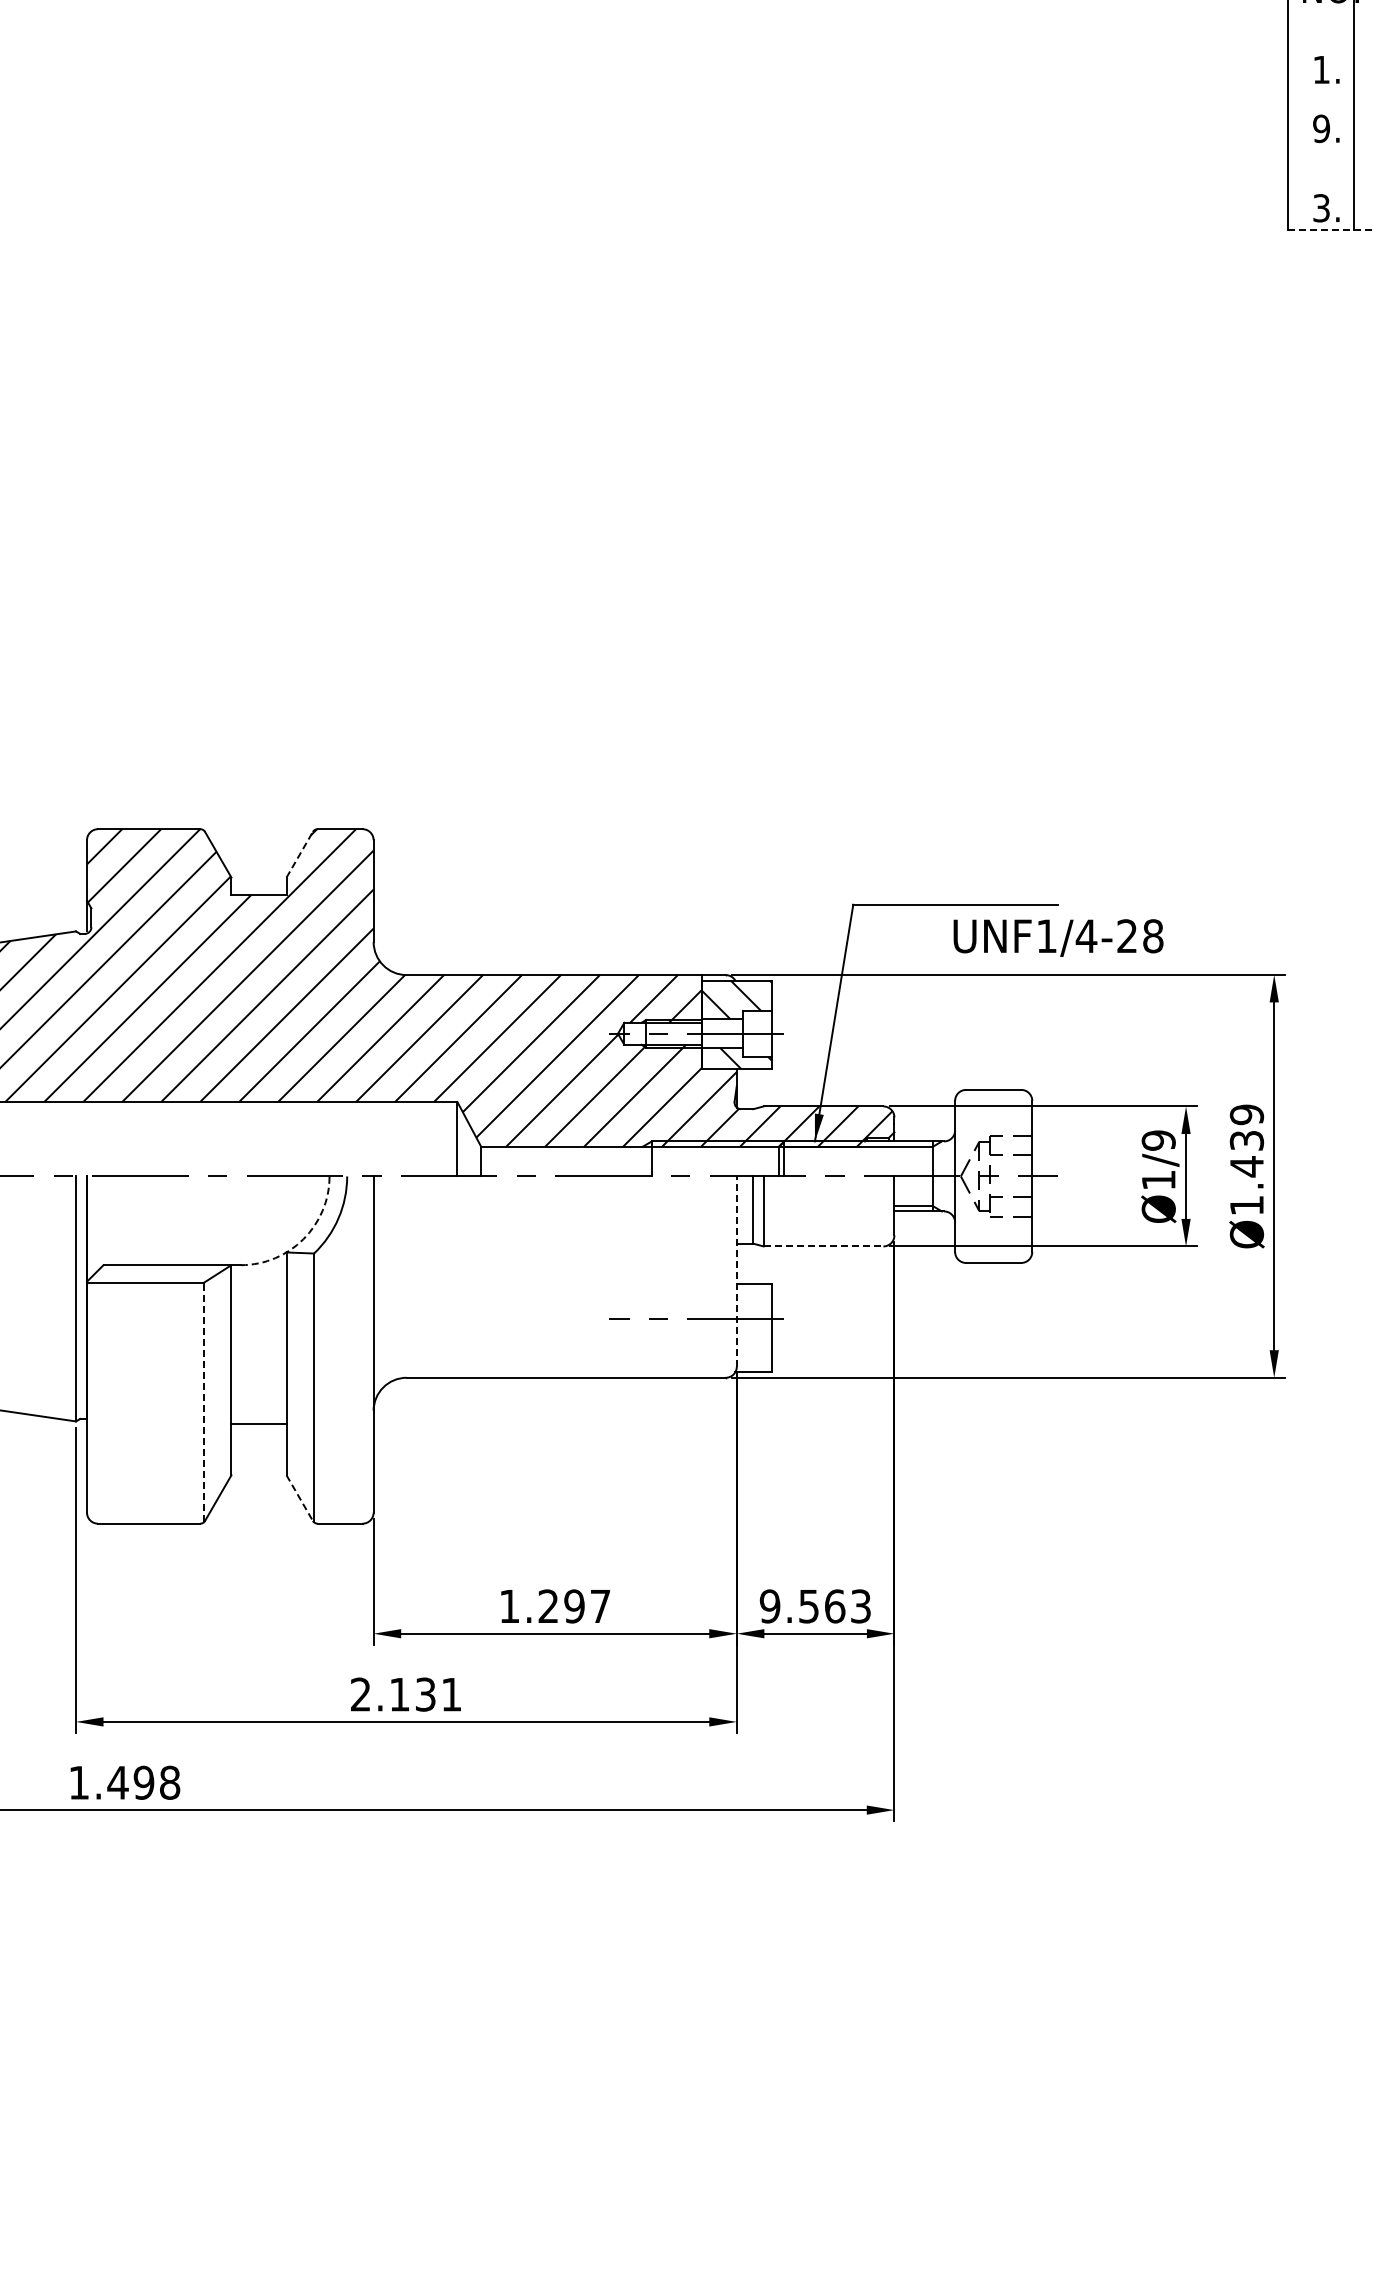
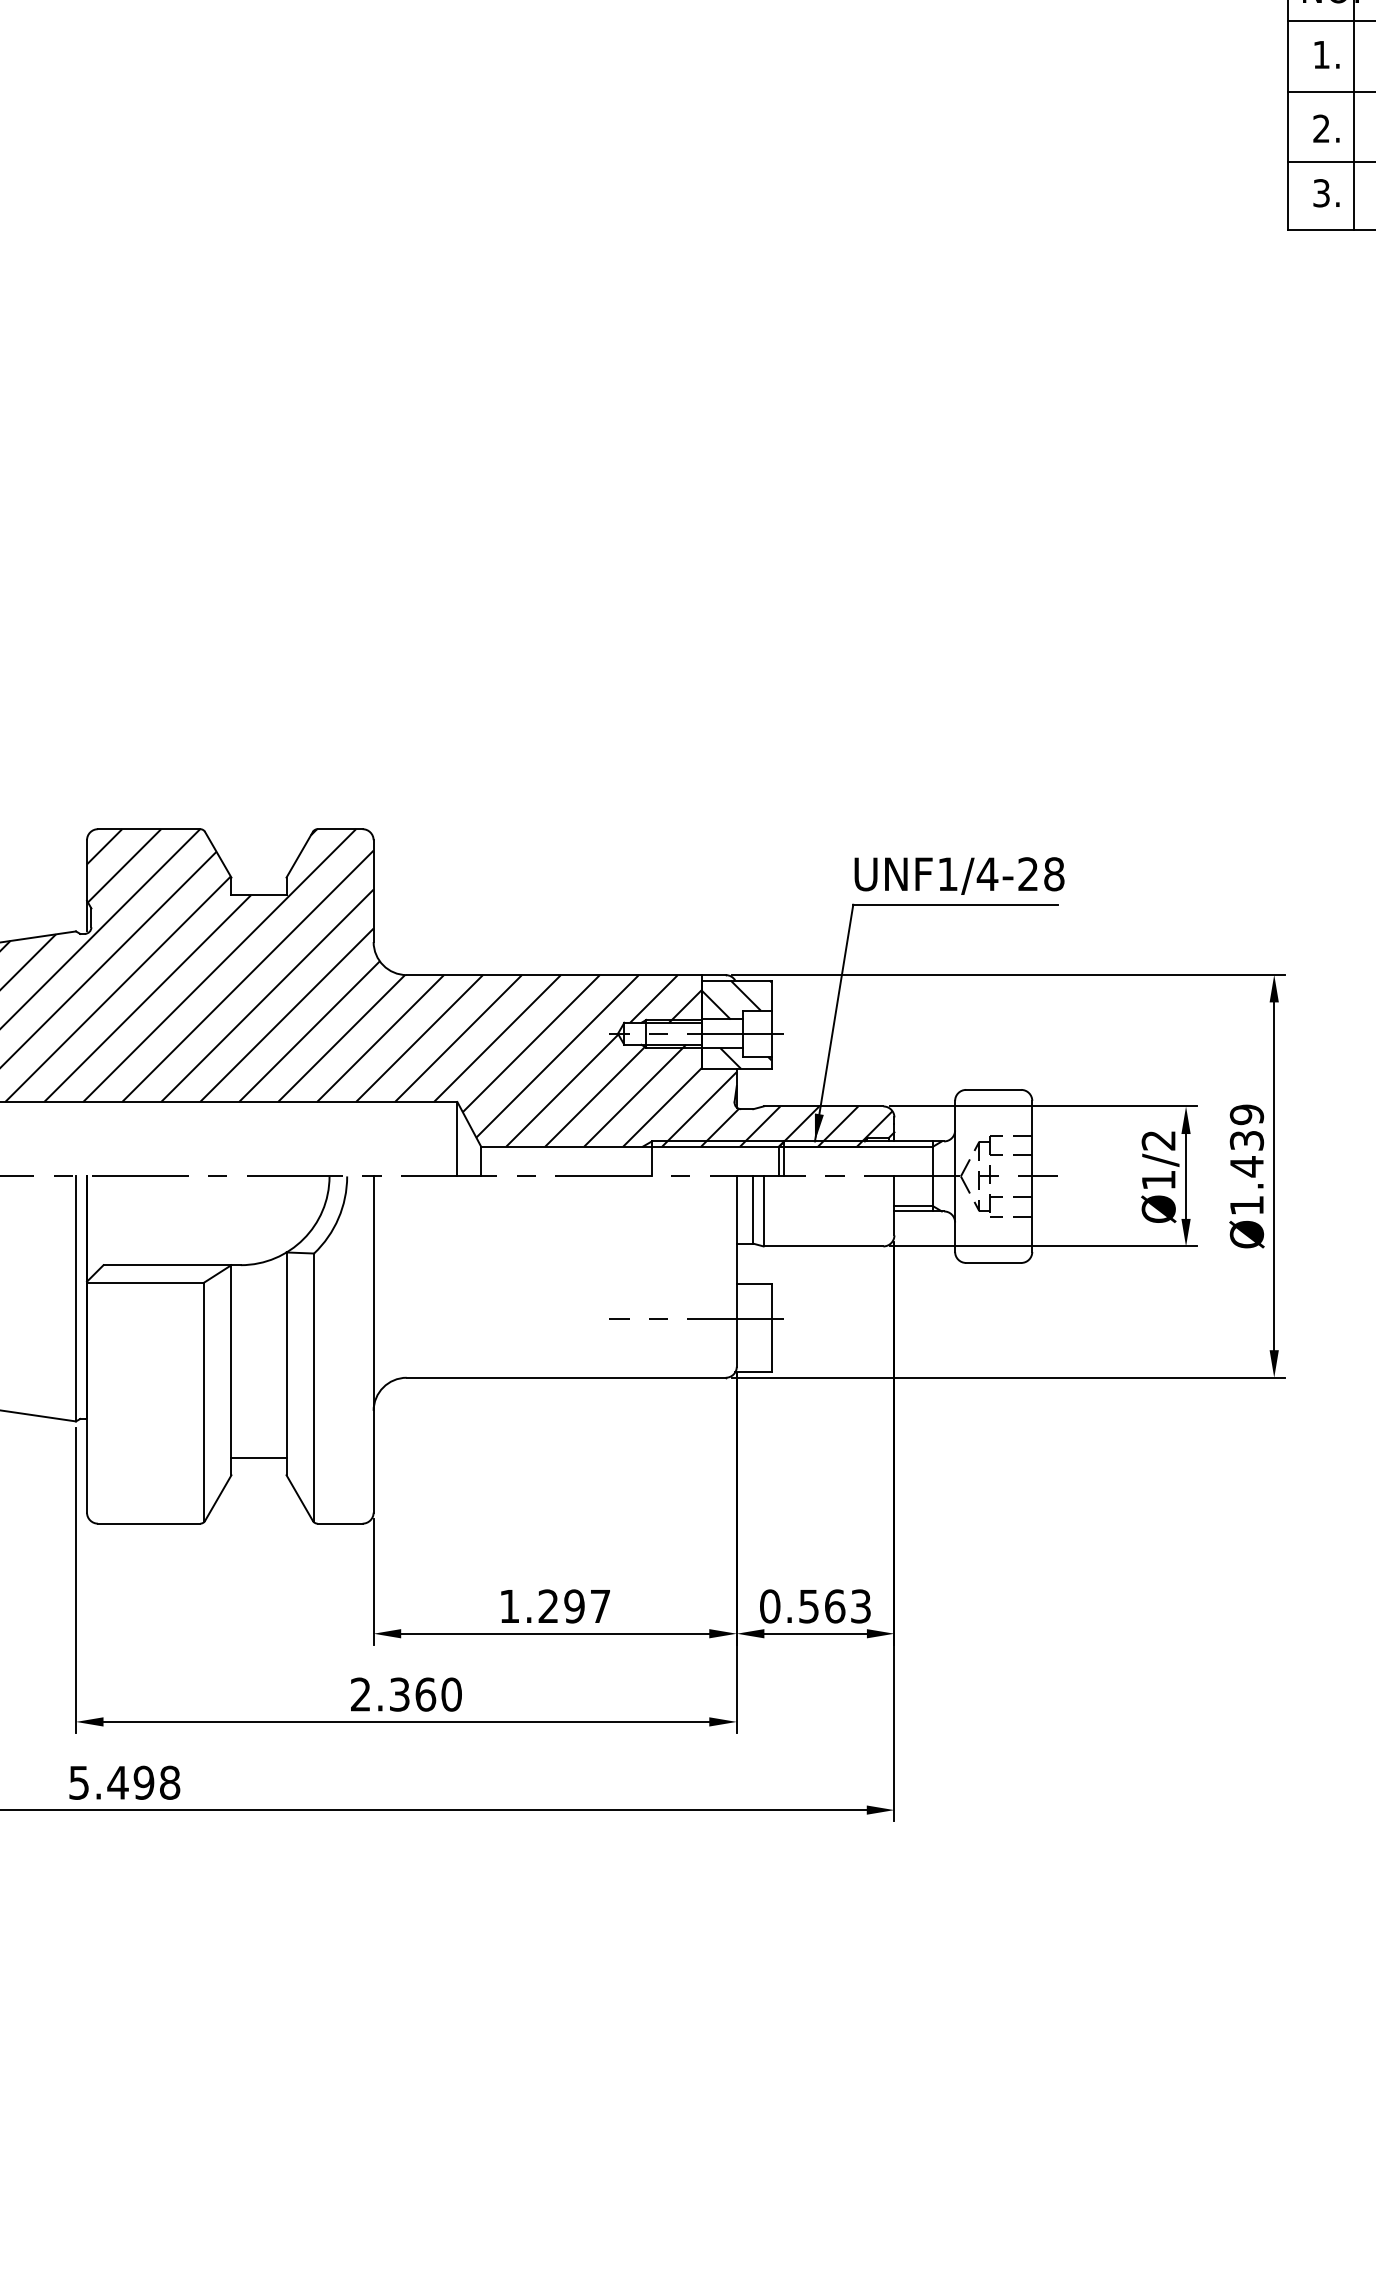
line at (1330, 21): none -> present
text at (1326, 69) position: (1326, 69) -> (1326, 54)
line at (1330, 91): none -> present
text at (1321, 128): 9. -> 2.
line at (1330, 162): none -> present
text at (1326, 208) position: (1326, 208) -> (1326, 193)
line at (1332, 230): dashed -> solid
line at (299, 854): dashed -> solid
text at (1058, 937) position: (1058, 937) -> (959, 875)
text at (1158, 1140): Ø1/9 -> Ø1/2
arc at (303, 1239): dashed -> solid
line at (823, 1246): dashed -> solid
line at (736, 1271): dashed -> solid
line at (203, 1402): dashed -> solid
line at (258, 1423) position: (258, 1423) -> (258, 1457)
line at (299, 1498): dashed -> solid
text at (769, 1606): 9.563 -> 0.563
text at (425, 1694): 2.131 -> 2.360
text at (78, 1782): 1.498 -> 5.498
